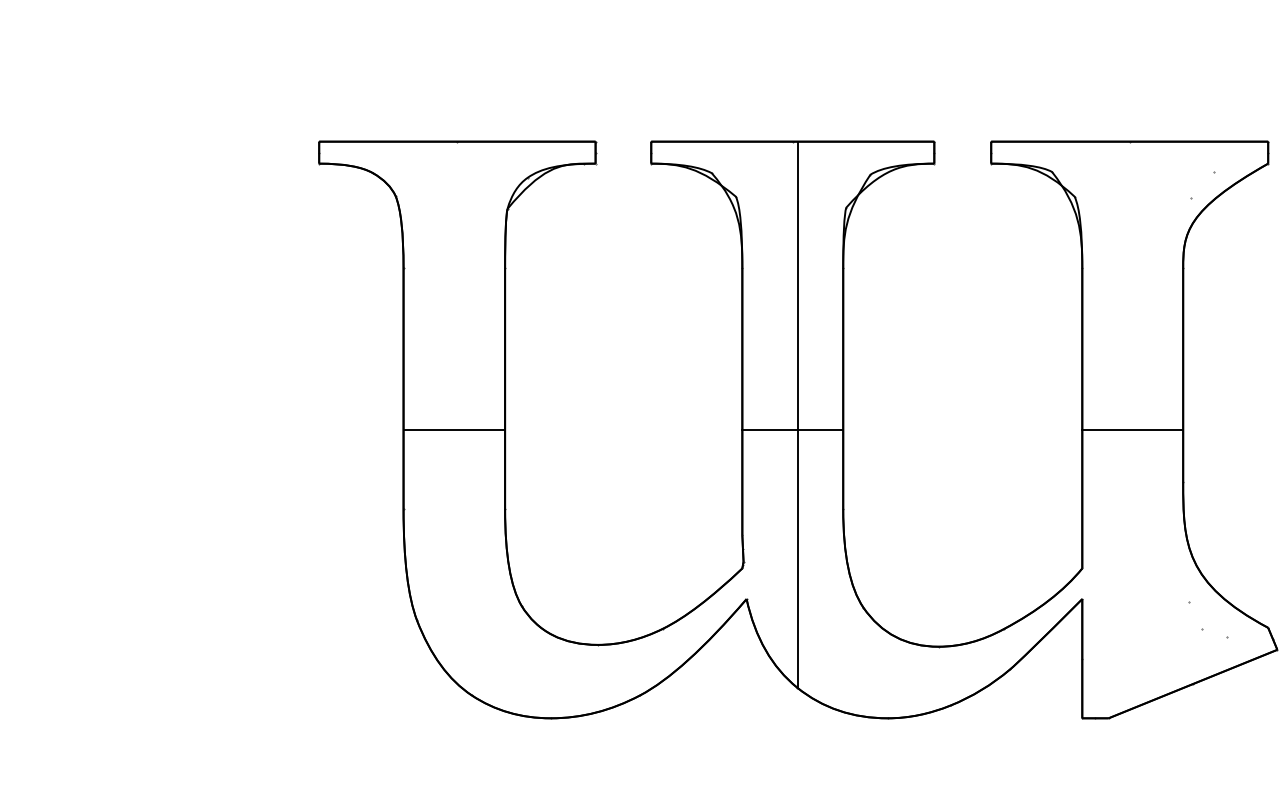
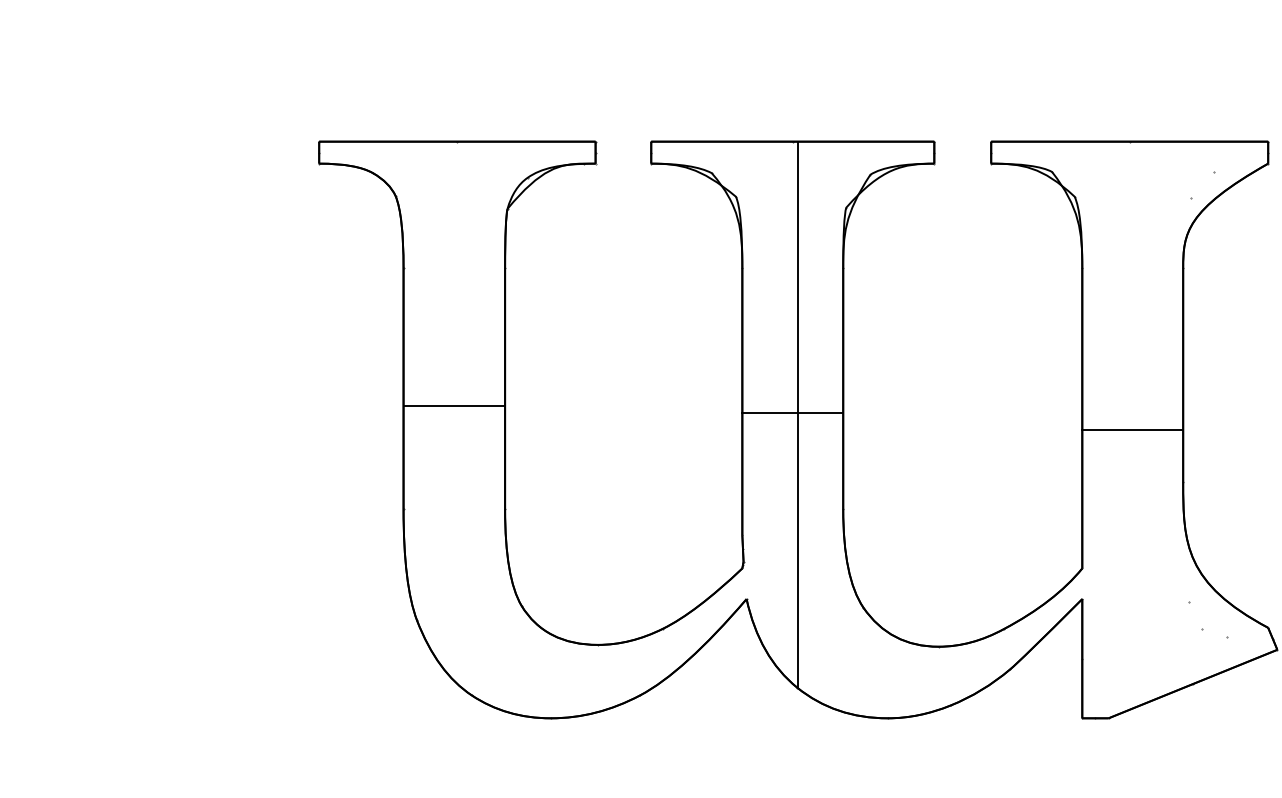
line at (454, 429) position: (454, 429) -> (454, 405)
line at (792, 429) position: (792, 429) -> (792, 412)
